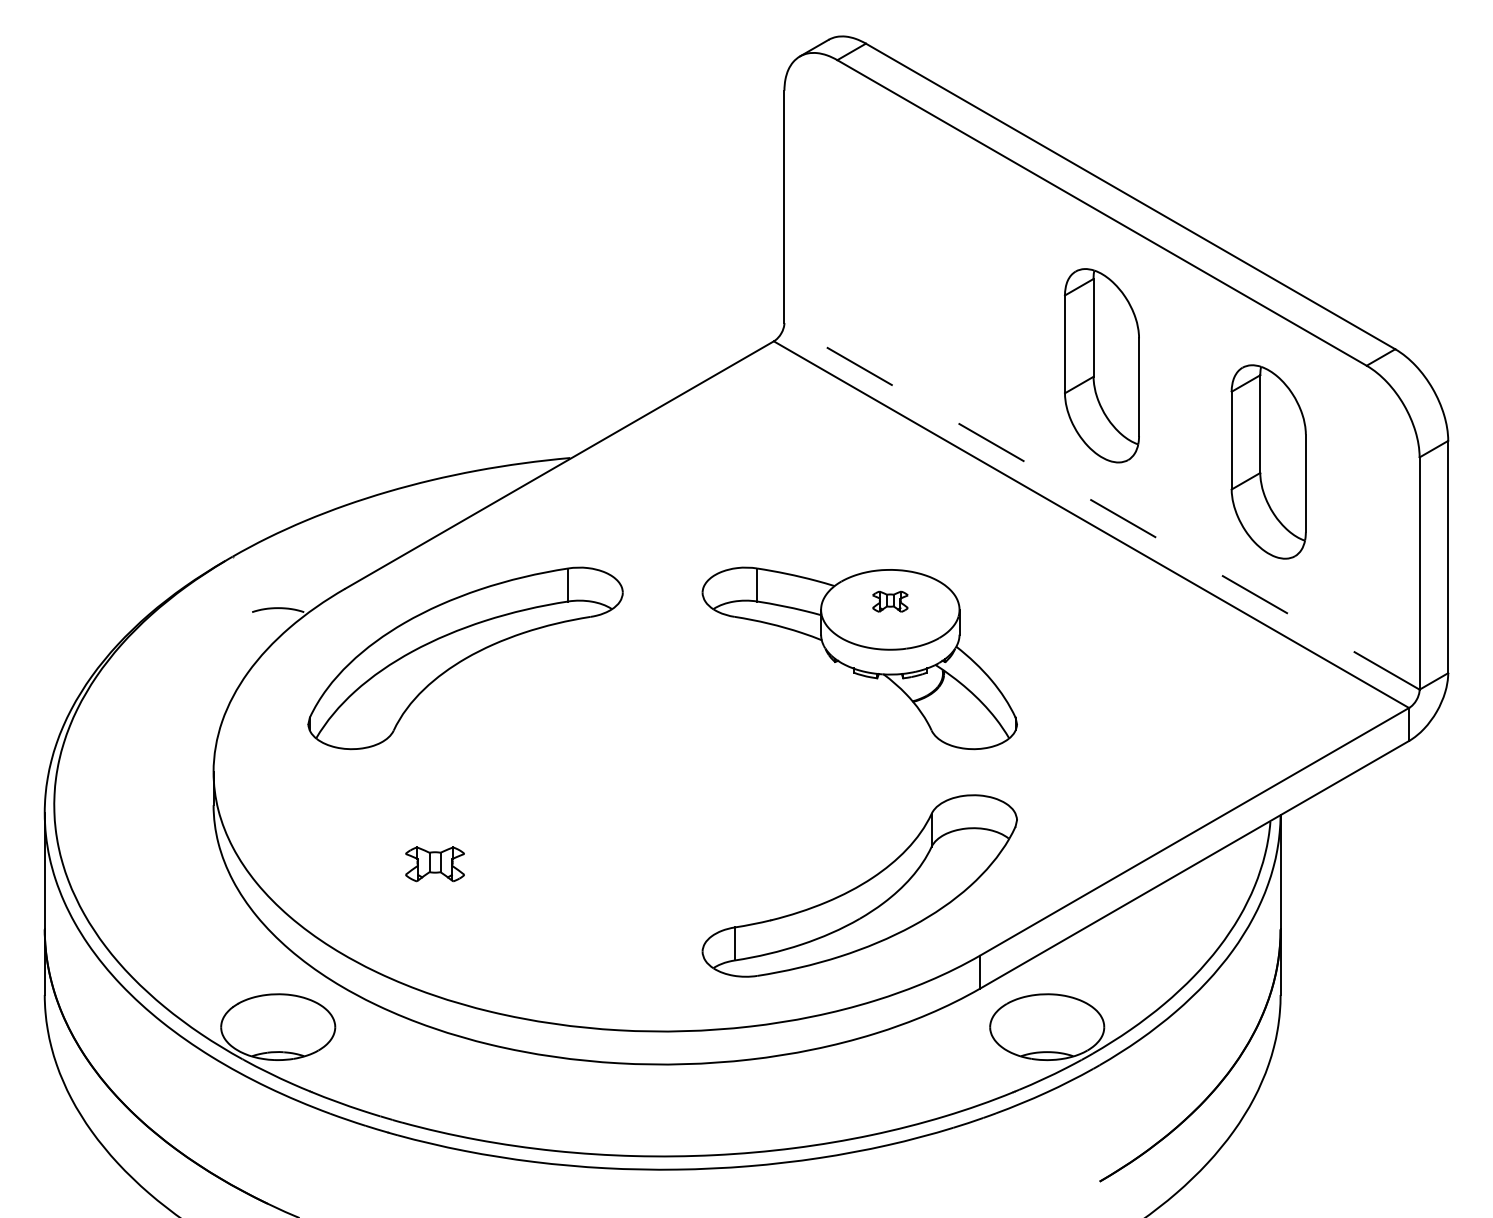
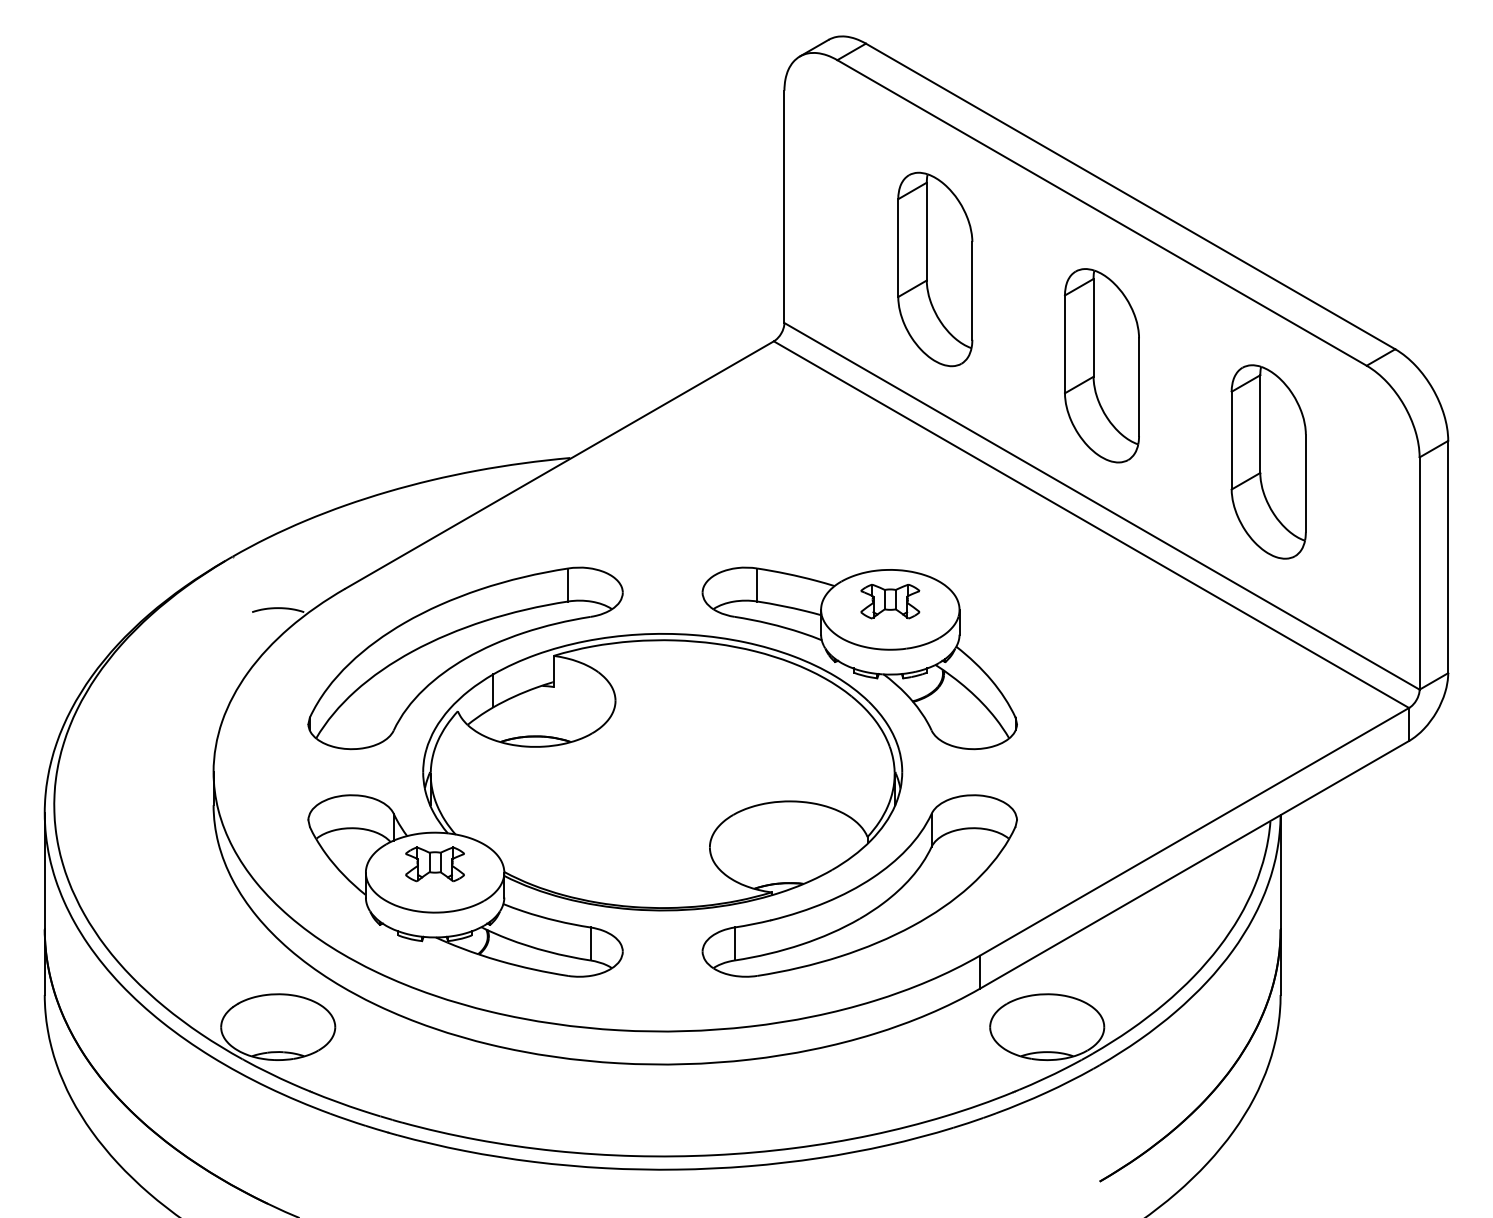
part at (935, 269): none -> present
line at (1102, 506): dashed -> solid
part at (890, 601) size: 37x23 px -> 61x36 px
part at (605, 805): none -> present
